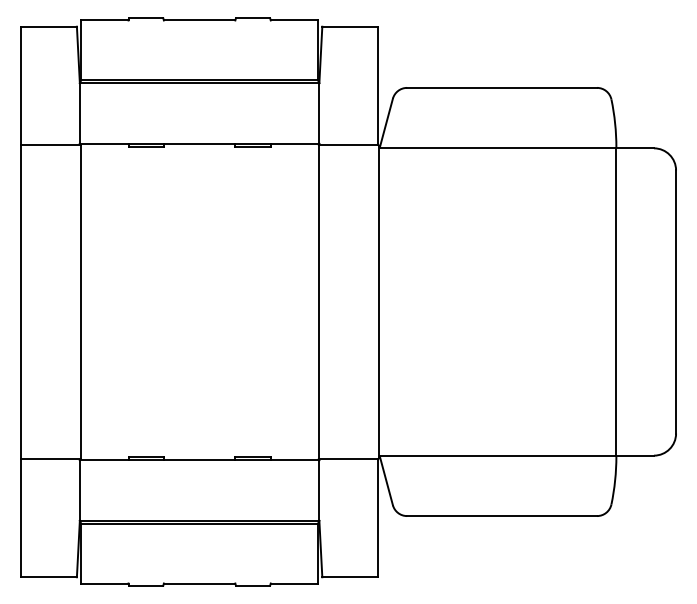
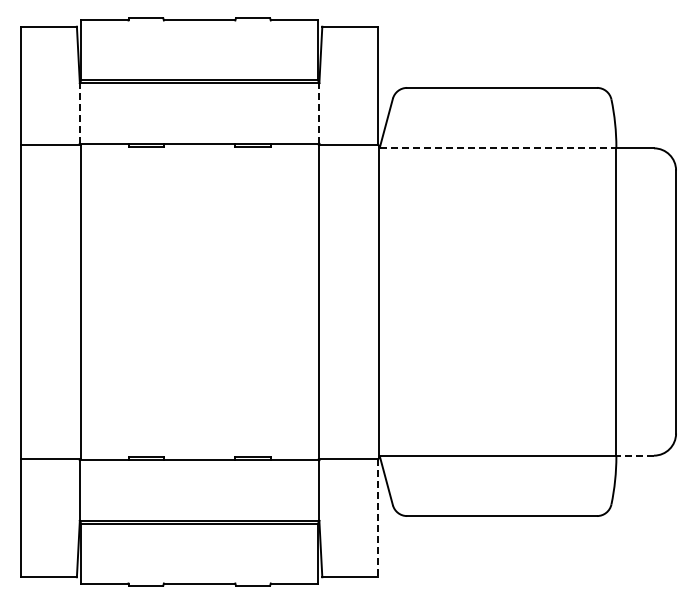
line at (79, 112): solid -> dashed
line at (319, 112): solid -> dashed
line at (498, 147): solid -> dashed
line at (635, 455): solid -> dashed
line at (378, 518): solid -> dashed
